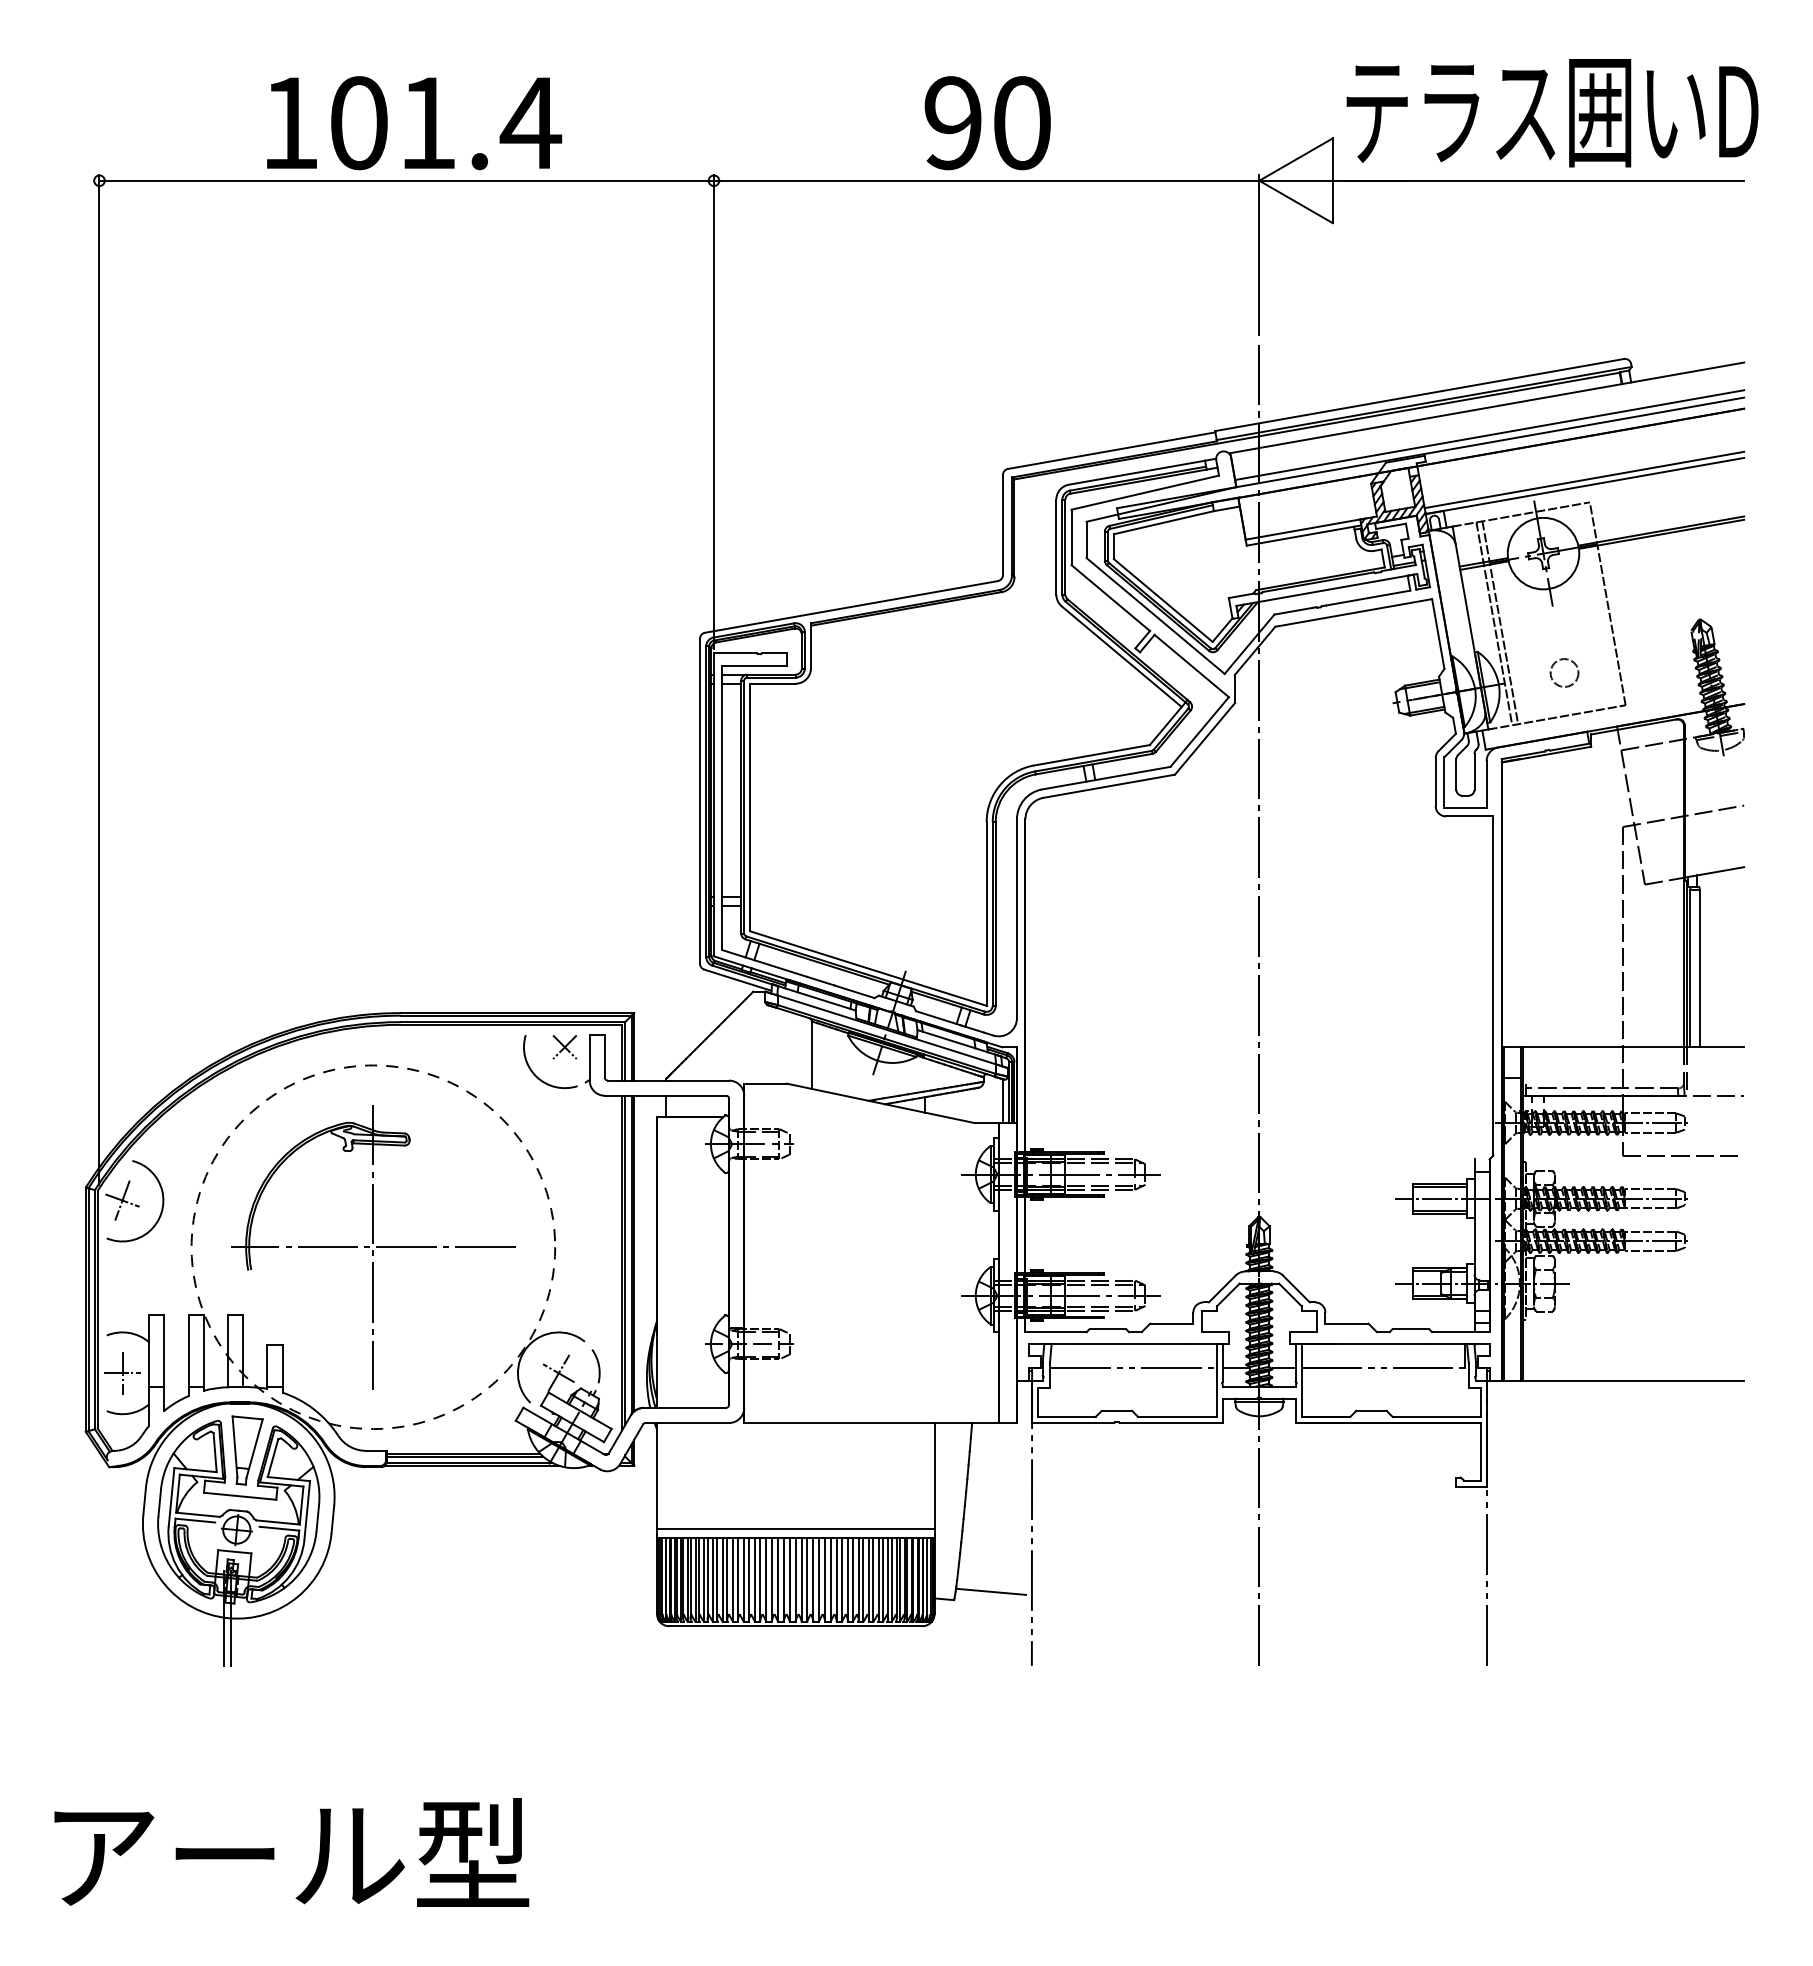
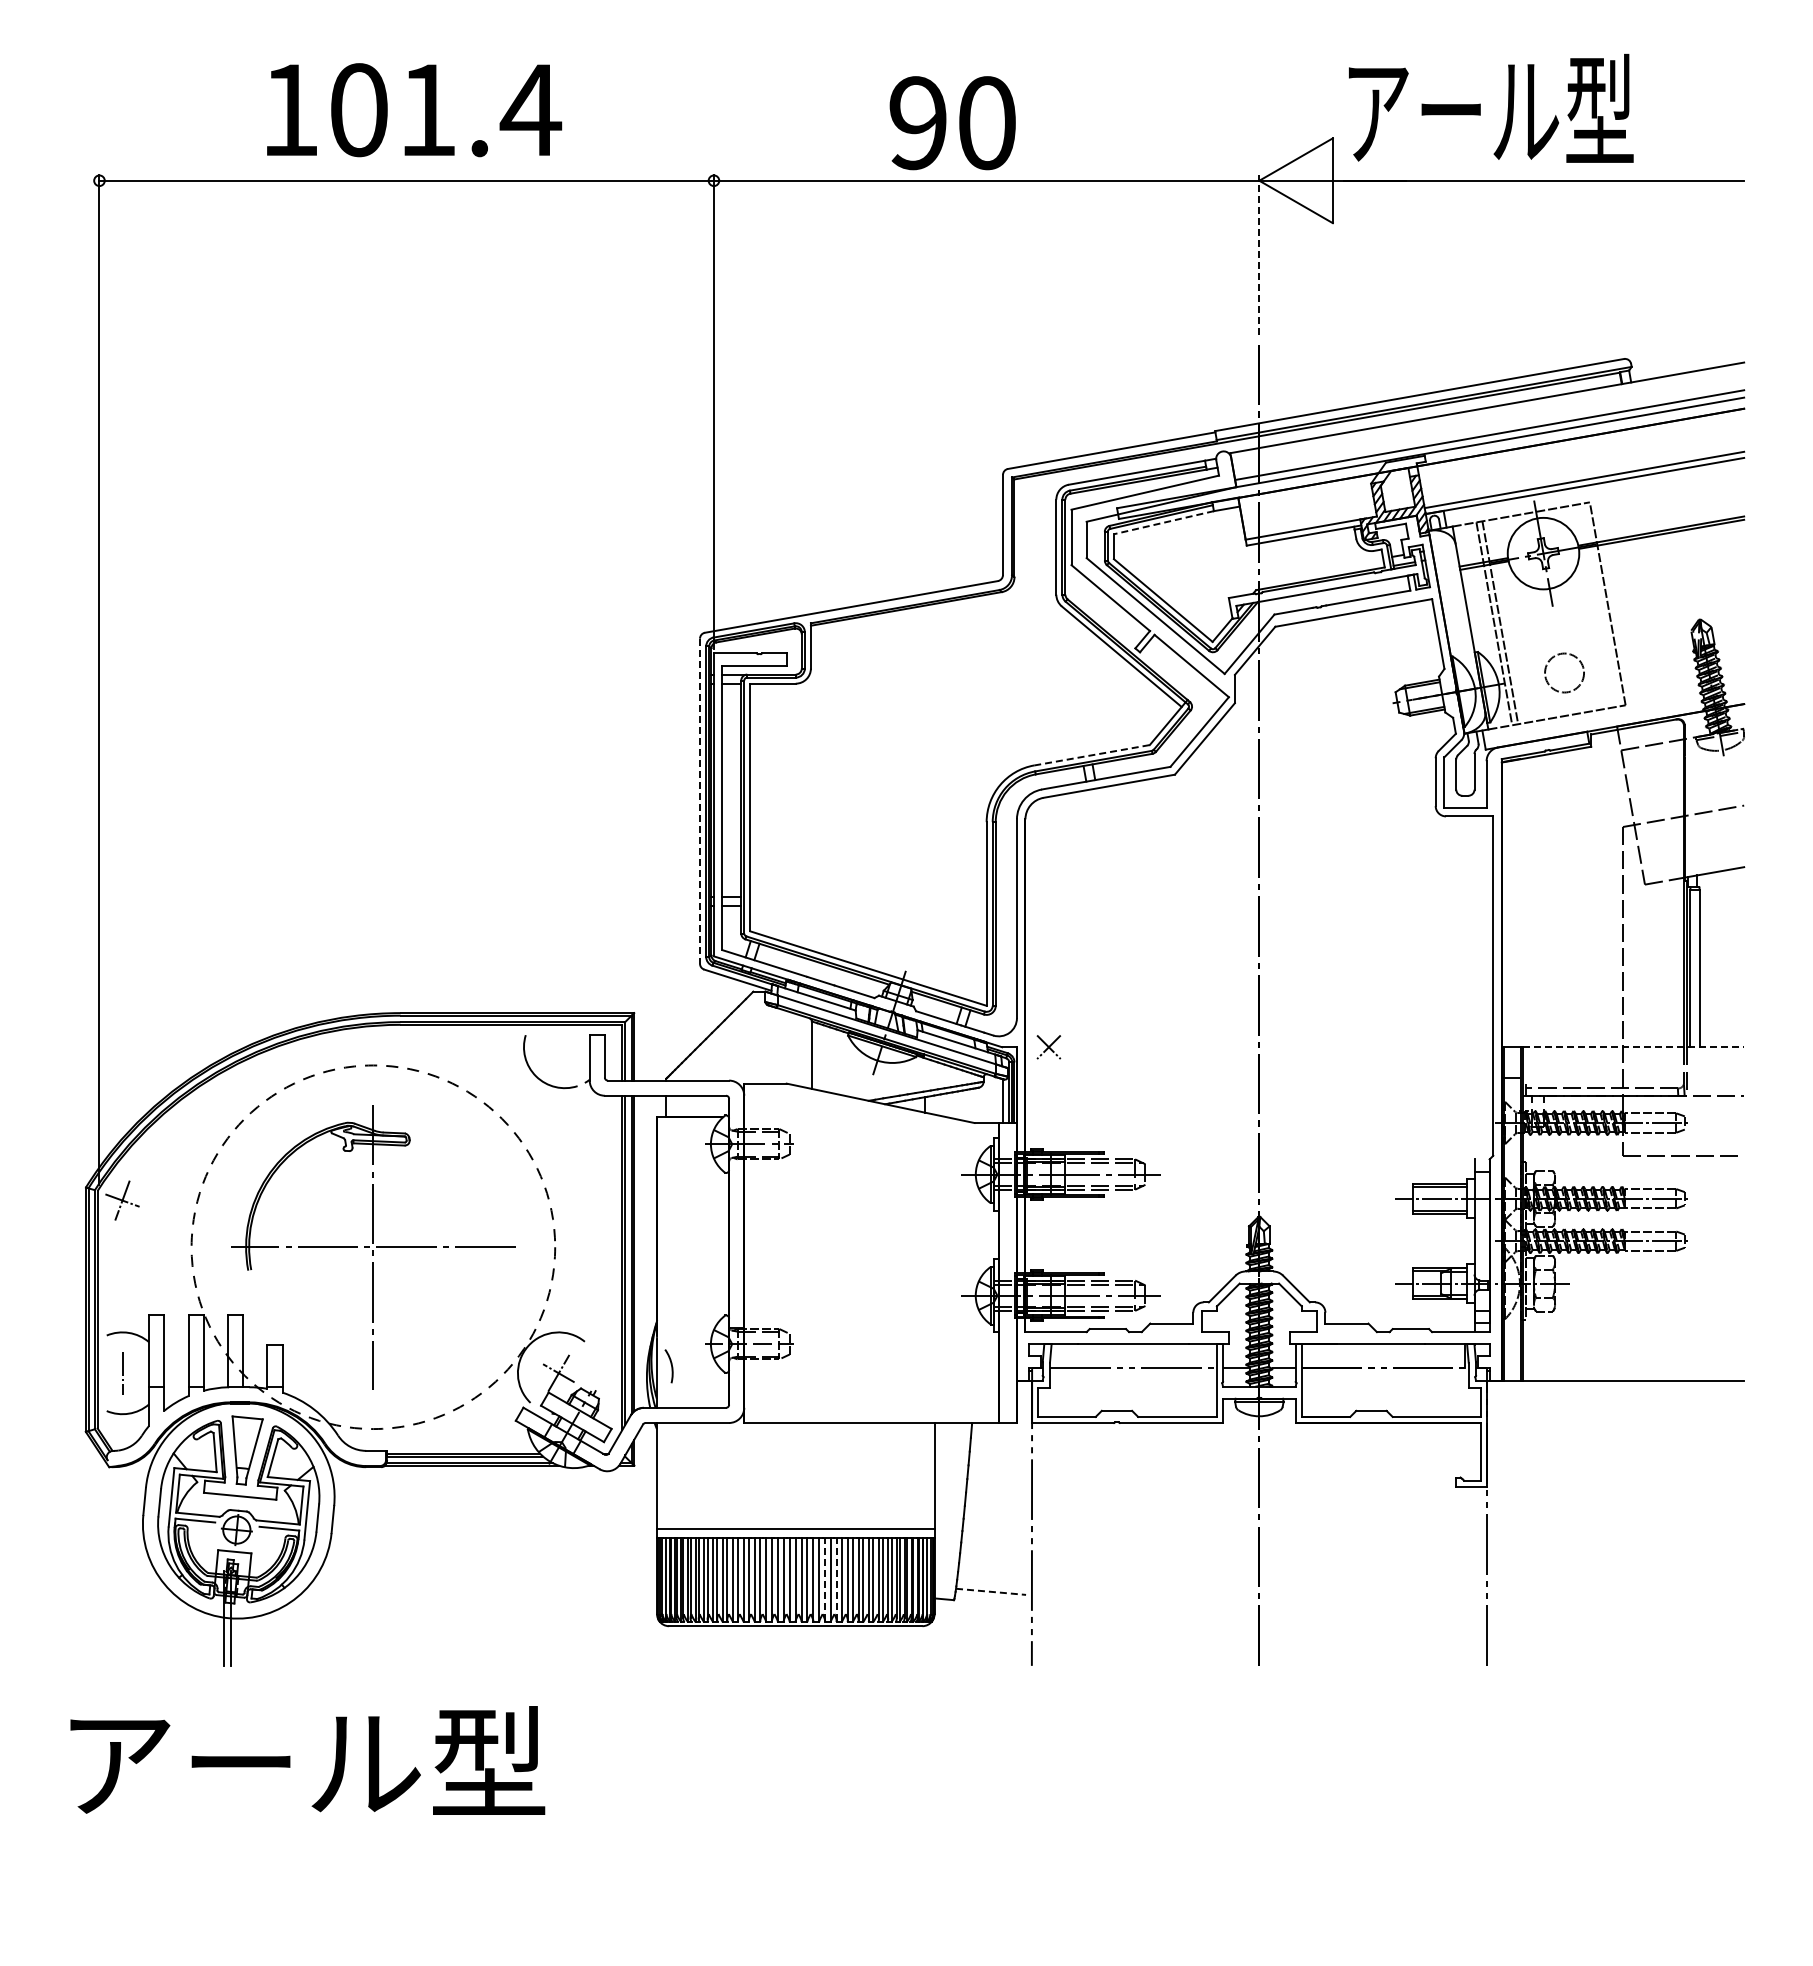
text at (1552, 110): テラス囲いD -> アール型
text at (414, 123) position: (414, 123) -> (414, 110)
text at (987, 123) position: (987, 123) -> (952, 123)
line at (1259, 254): solid -> dashed
line at (1163, 522): solid -> dashed
circle at (1564, 672) size: 31x30 px -> 41x42 px
line at (1092, 755): solid -> dashed
line at (700, 801): solid -> dashed
part at (564, 1047) position: (564, 1047) -> (1048, 1047)
line at (1633, 1047): solid -> dashed
arc at (161, 1207): present -> none
arc at (597, 1364) position: (597, 1364) -> (670, 1364)
line at (122, 1373): present -> none
line at (825, 1579): solid -> dashed
line at (836, 1579): solid -> dashed
line at (991, 1591): solid -> dashed
text at (291, 1852) position: (291, 1852) -> (307, 1760)
